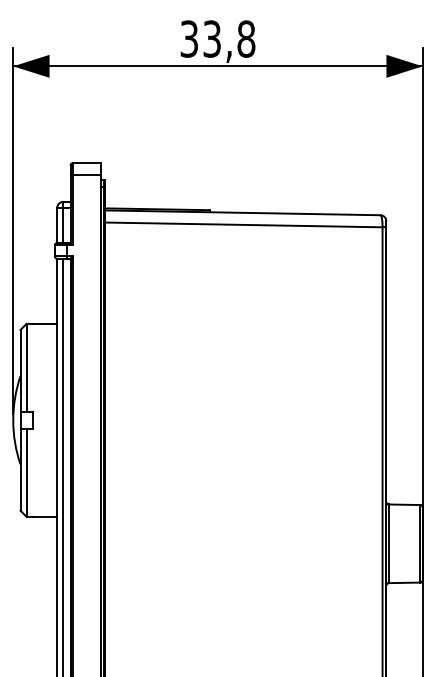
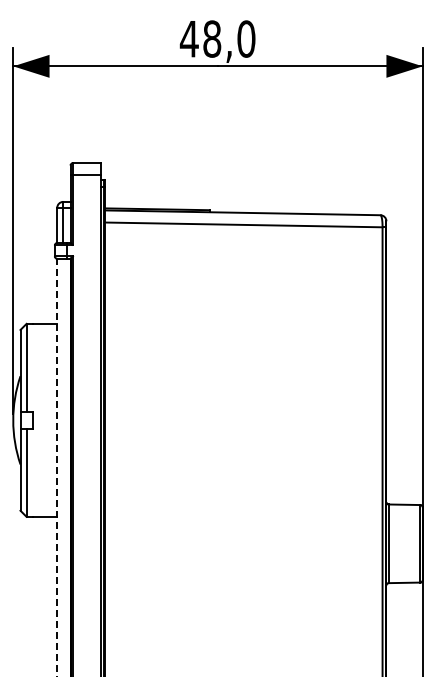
text at (217, 38): 33,8 -> 48,0
line at (63, 465): present -> none
line at (57, 467): solid -> dashed
